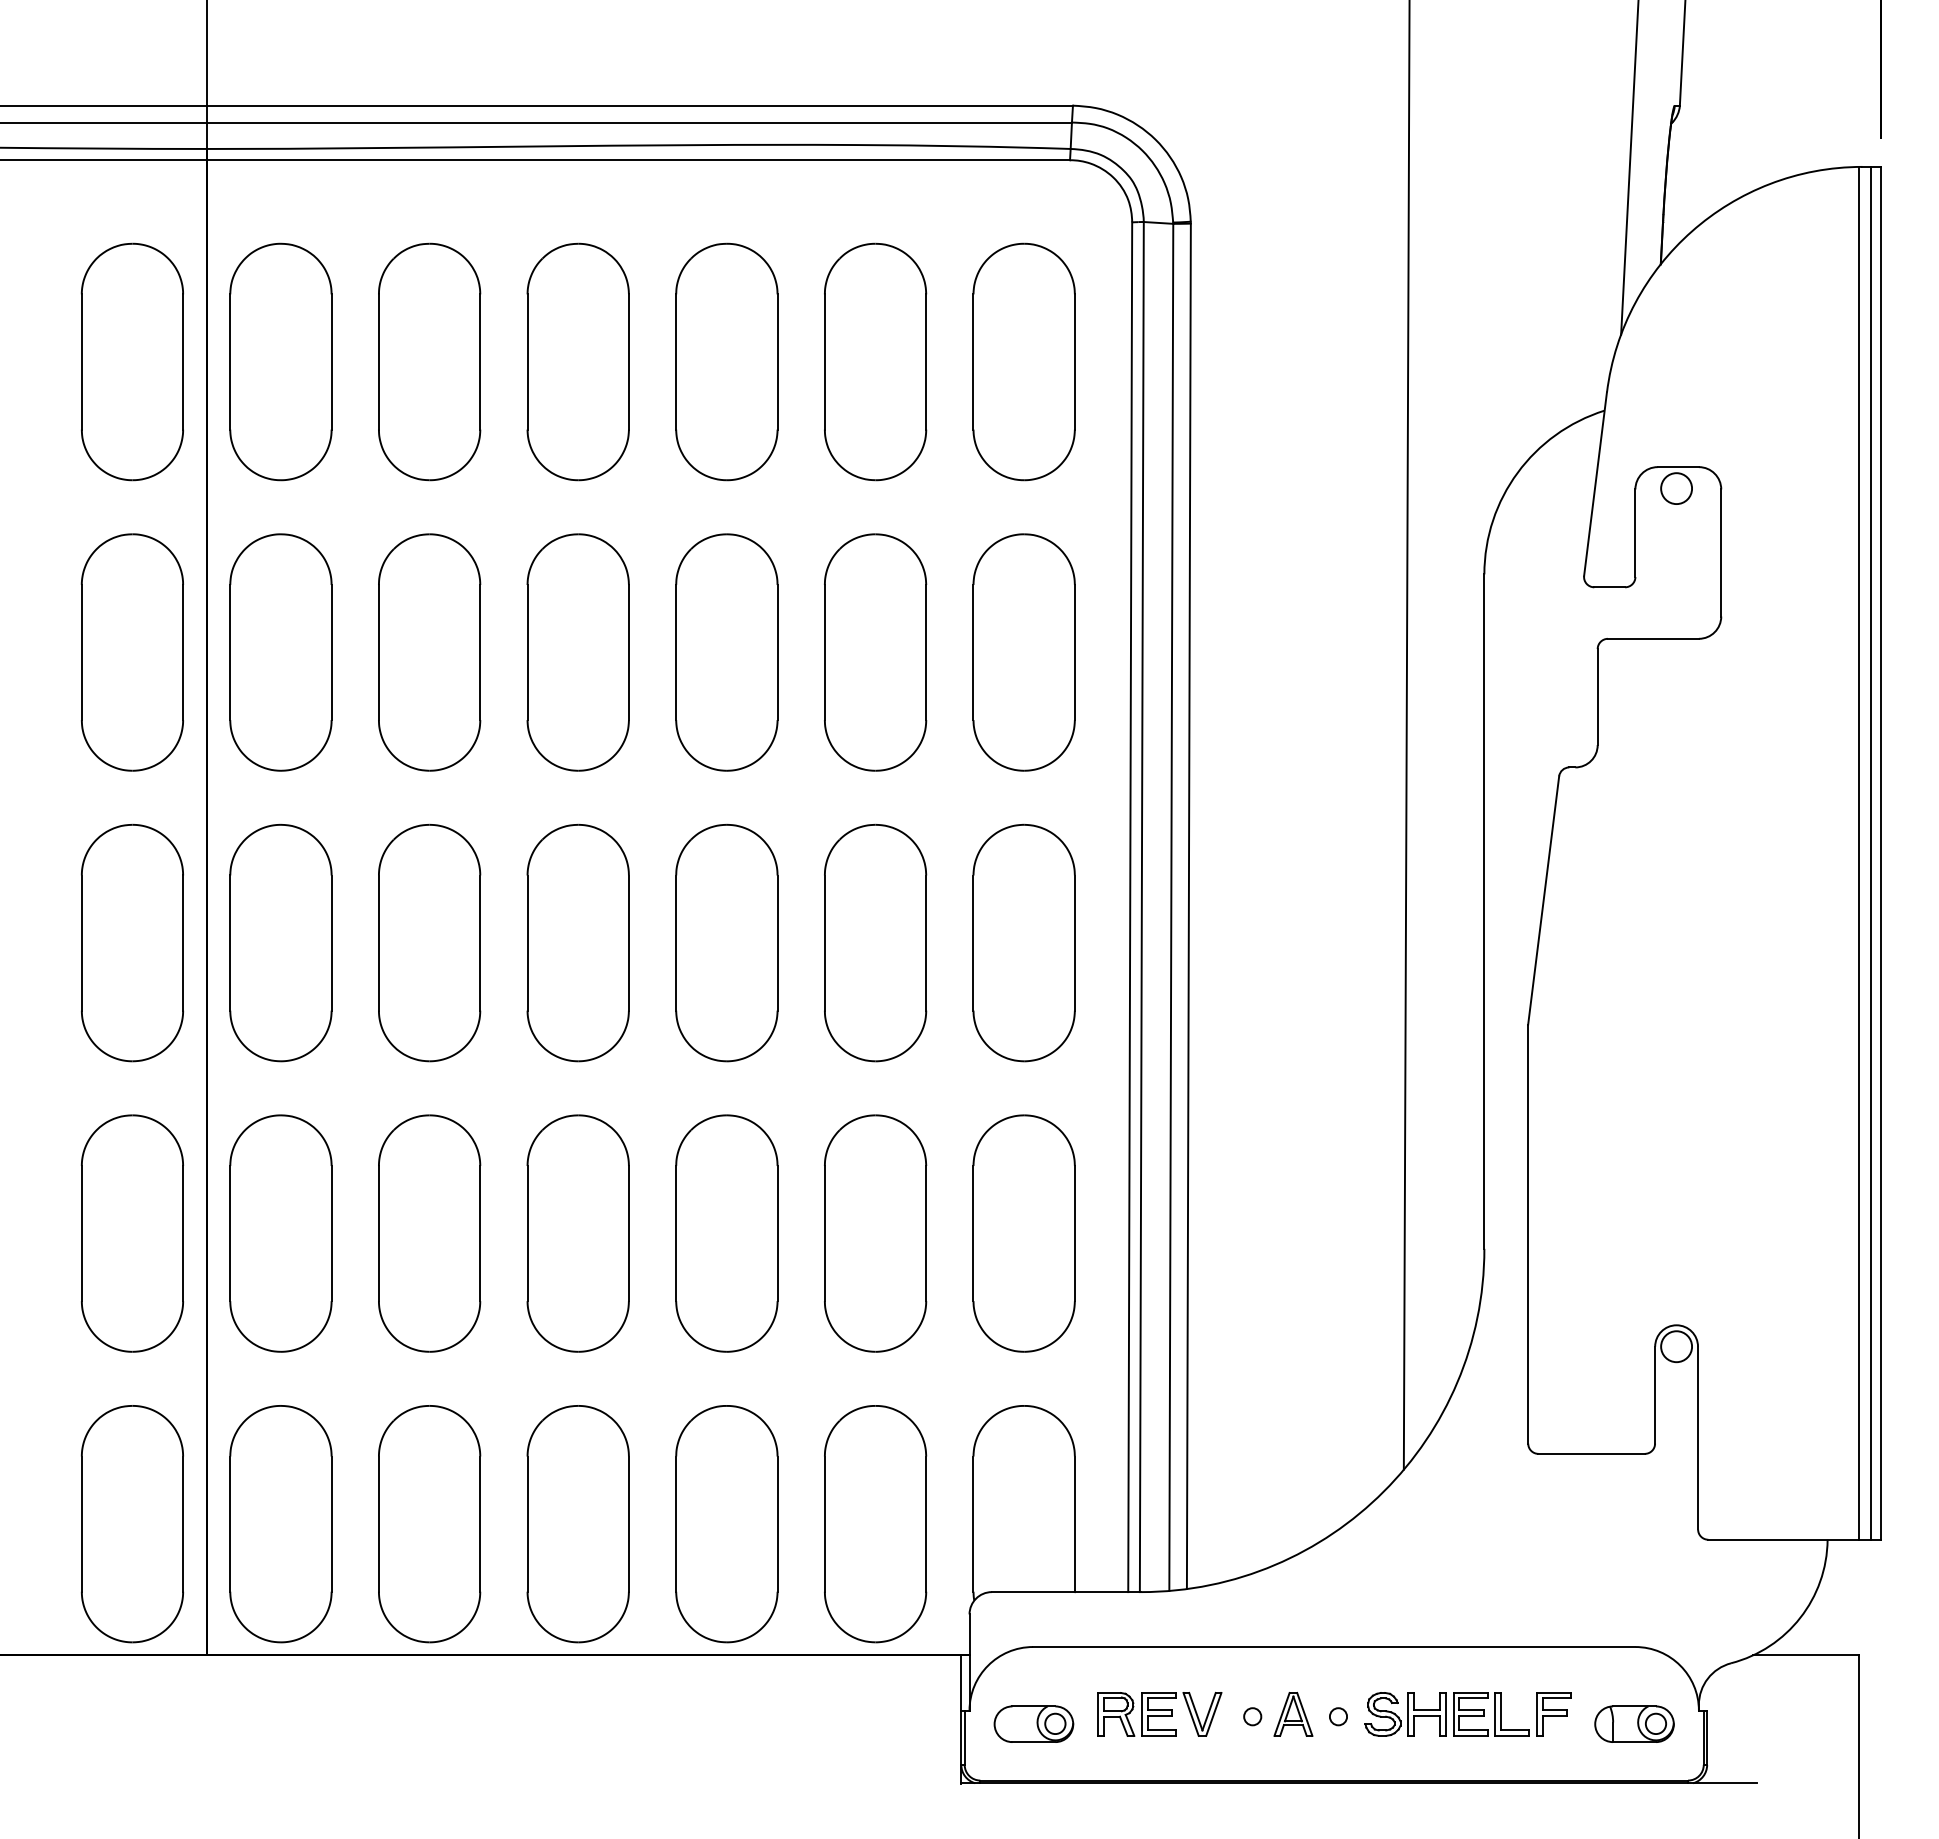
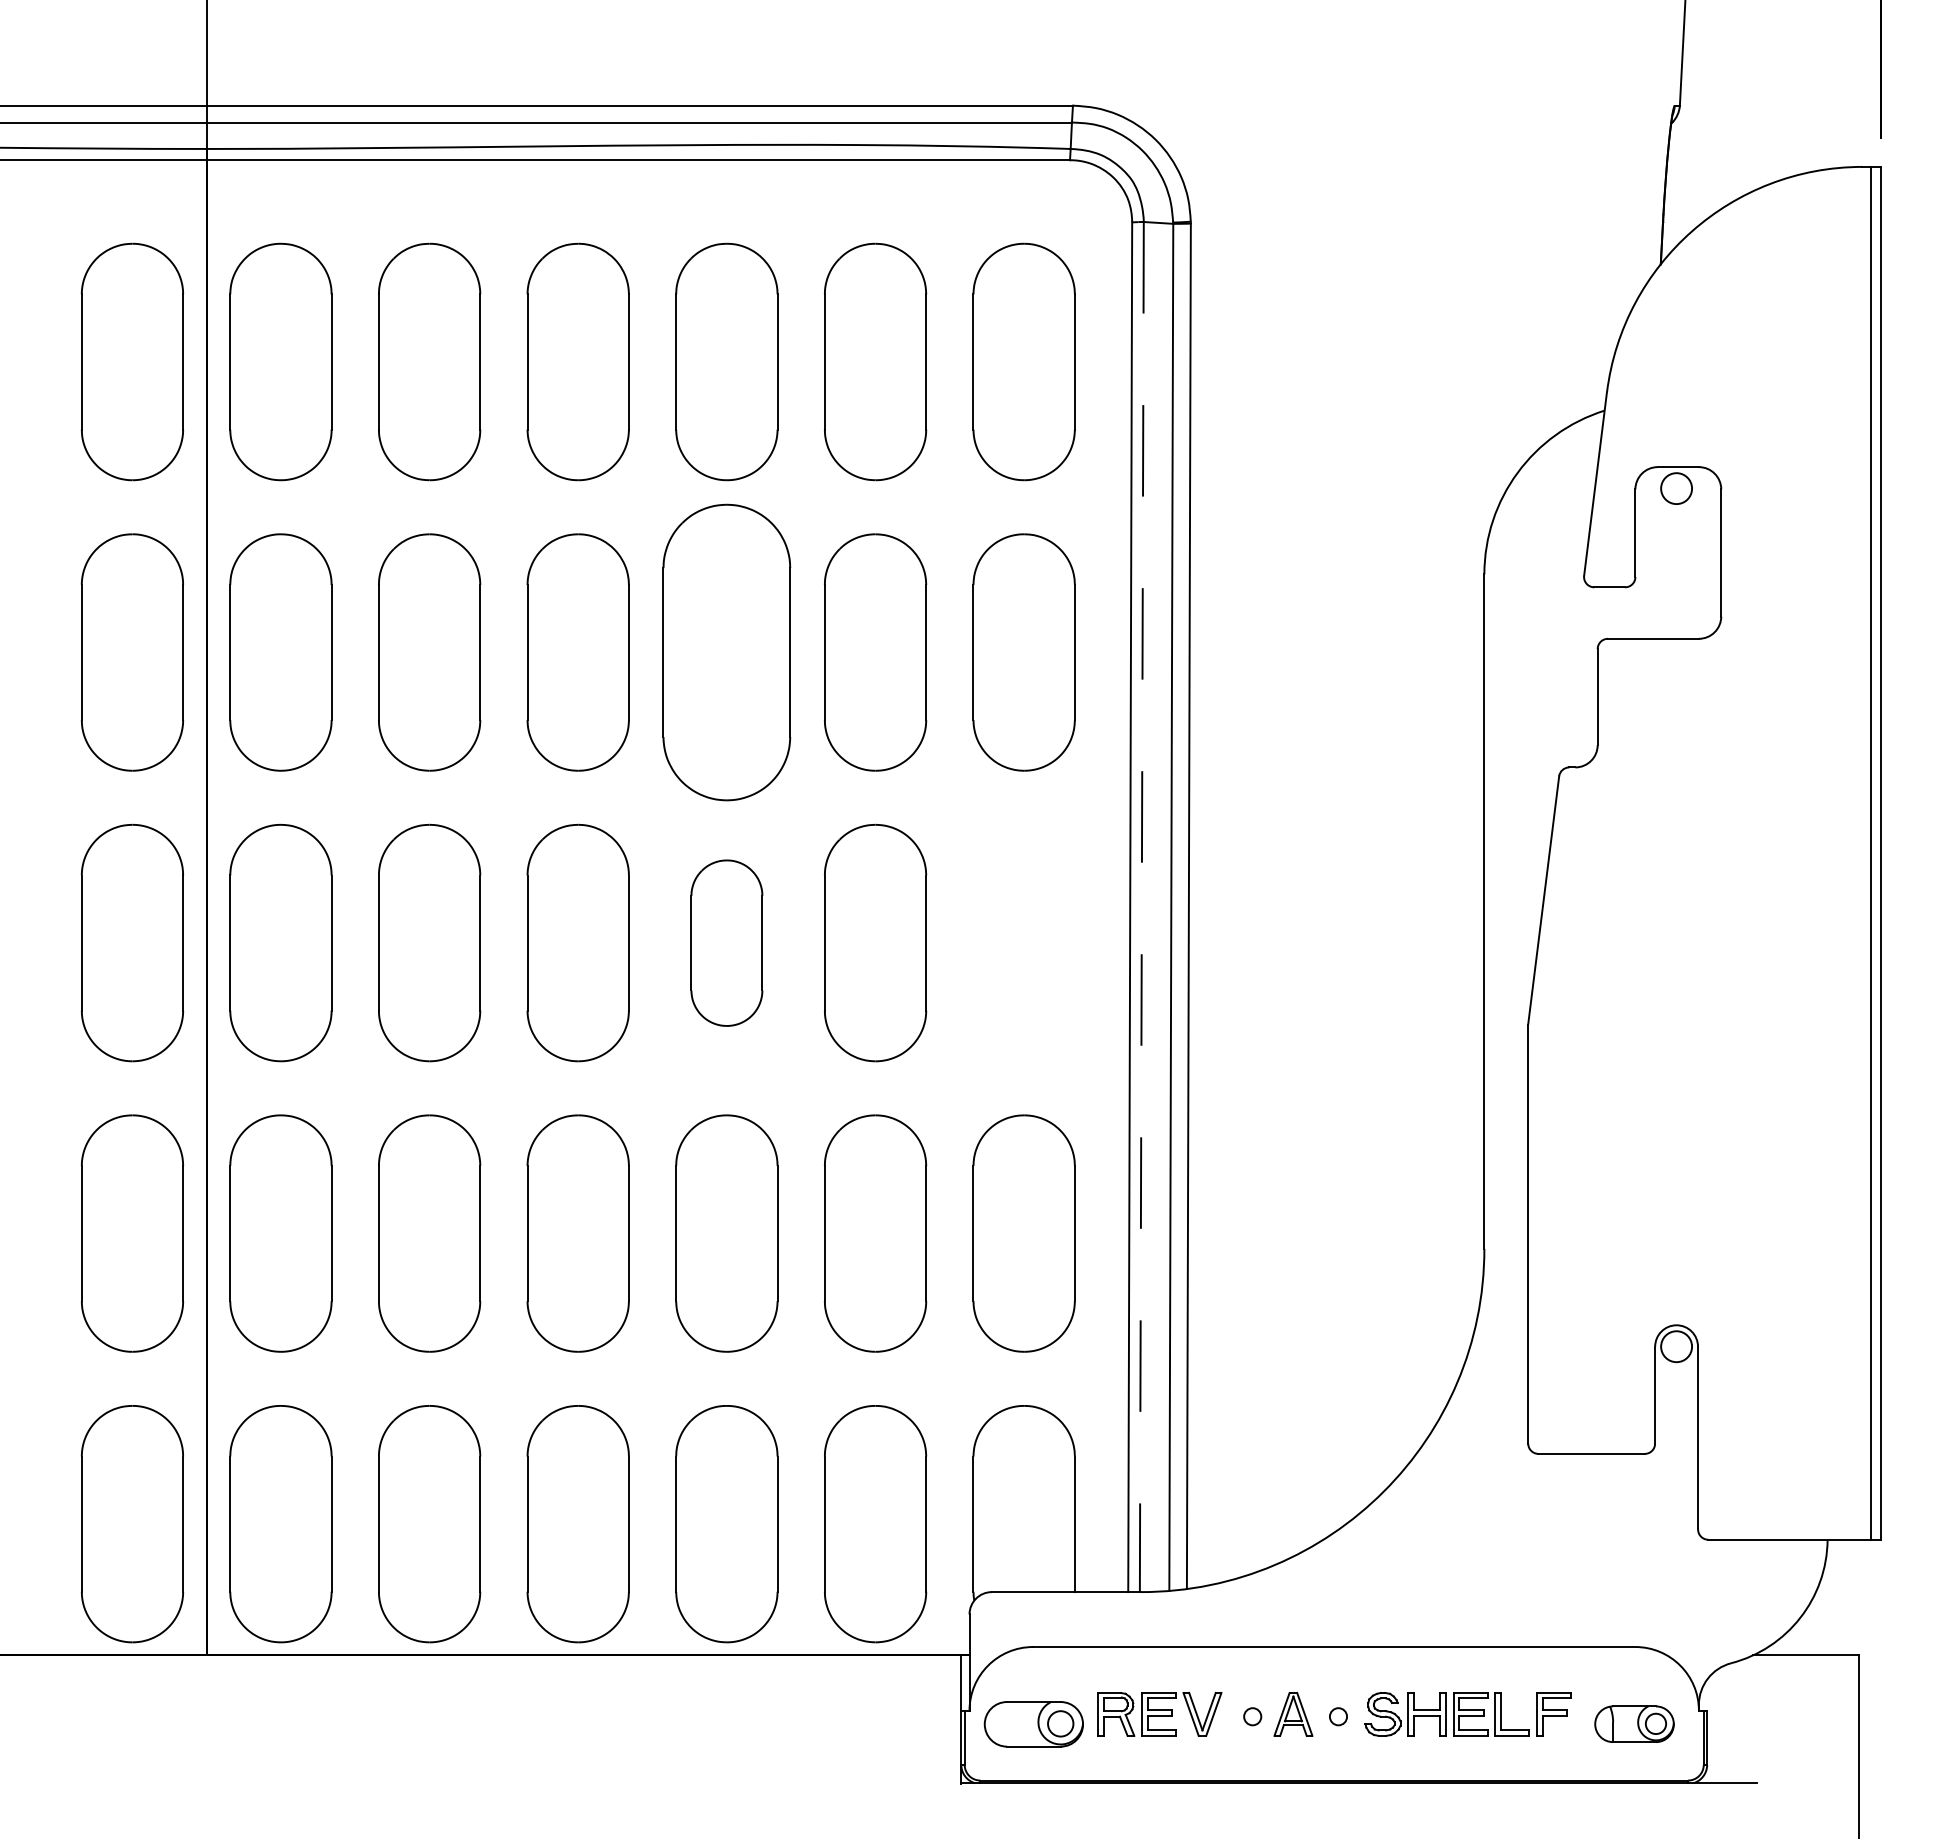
line at (1629, 168): present -> none
part at (726, 652) size: 104x239 px -> 130x299 px
line at (1406, 735): present -> none
line at (1858, 852): present -> none
line at (1141, 907): solid -> dashed
part at (1023, 942): present -> none
part at (726, 943) size: 104x239 px -> 74x168 px
part at (1033, 1723) size: 82x38 px -> 101x47 px
